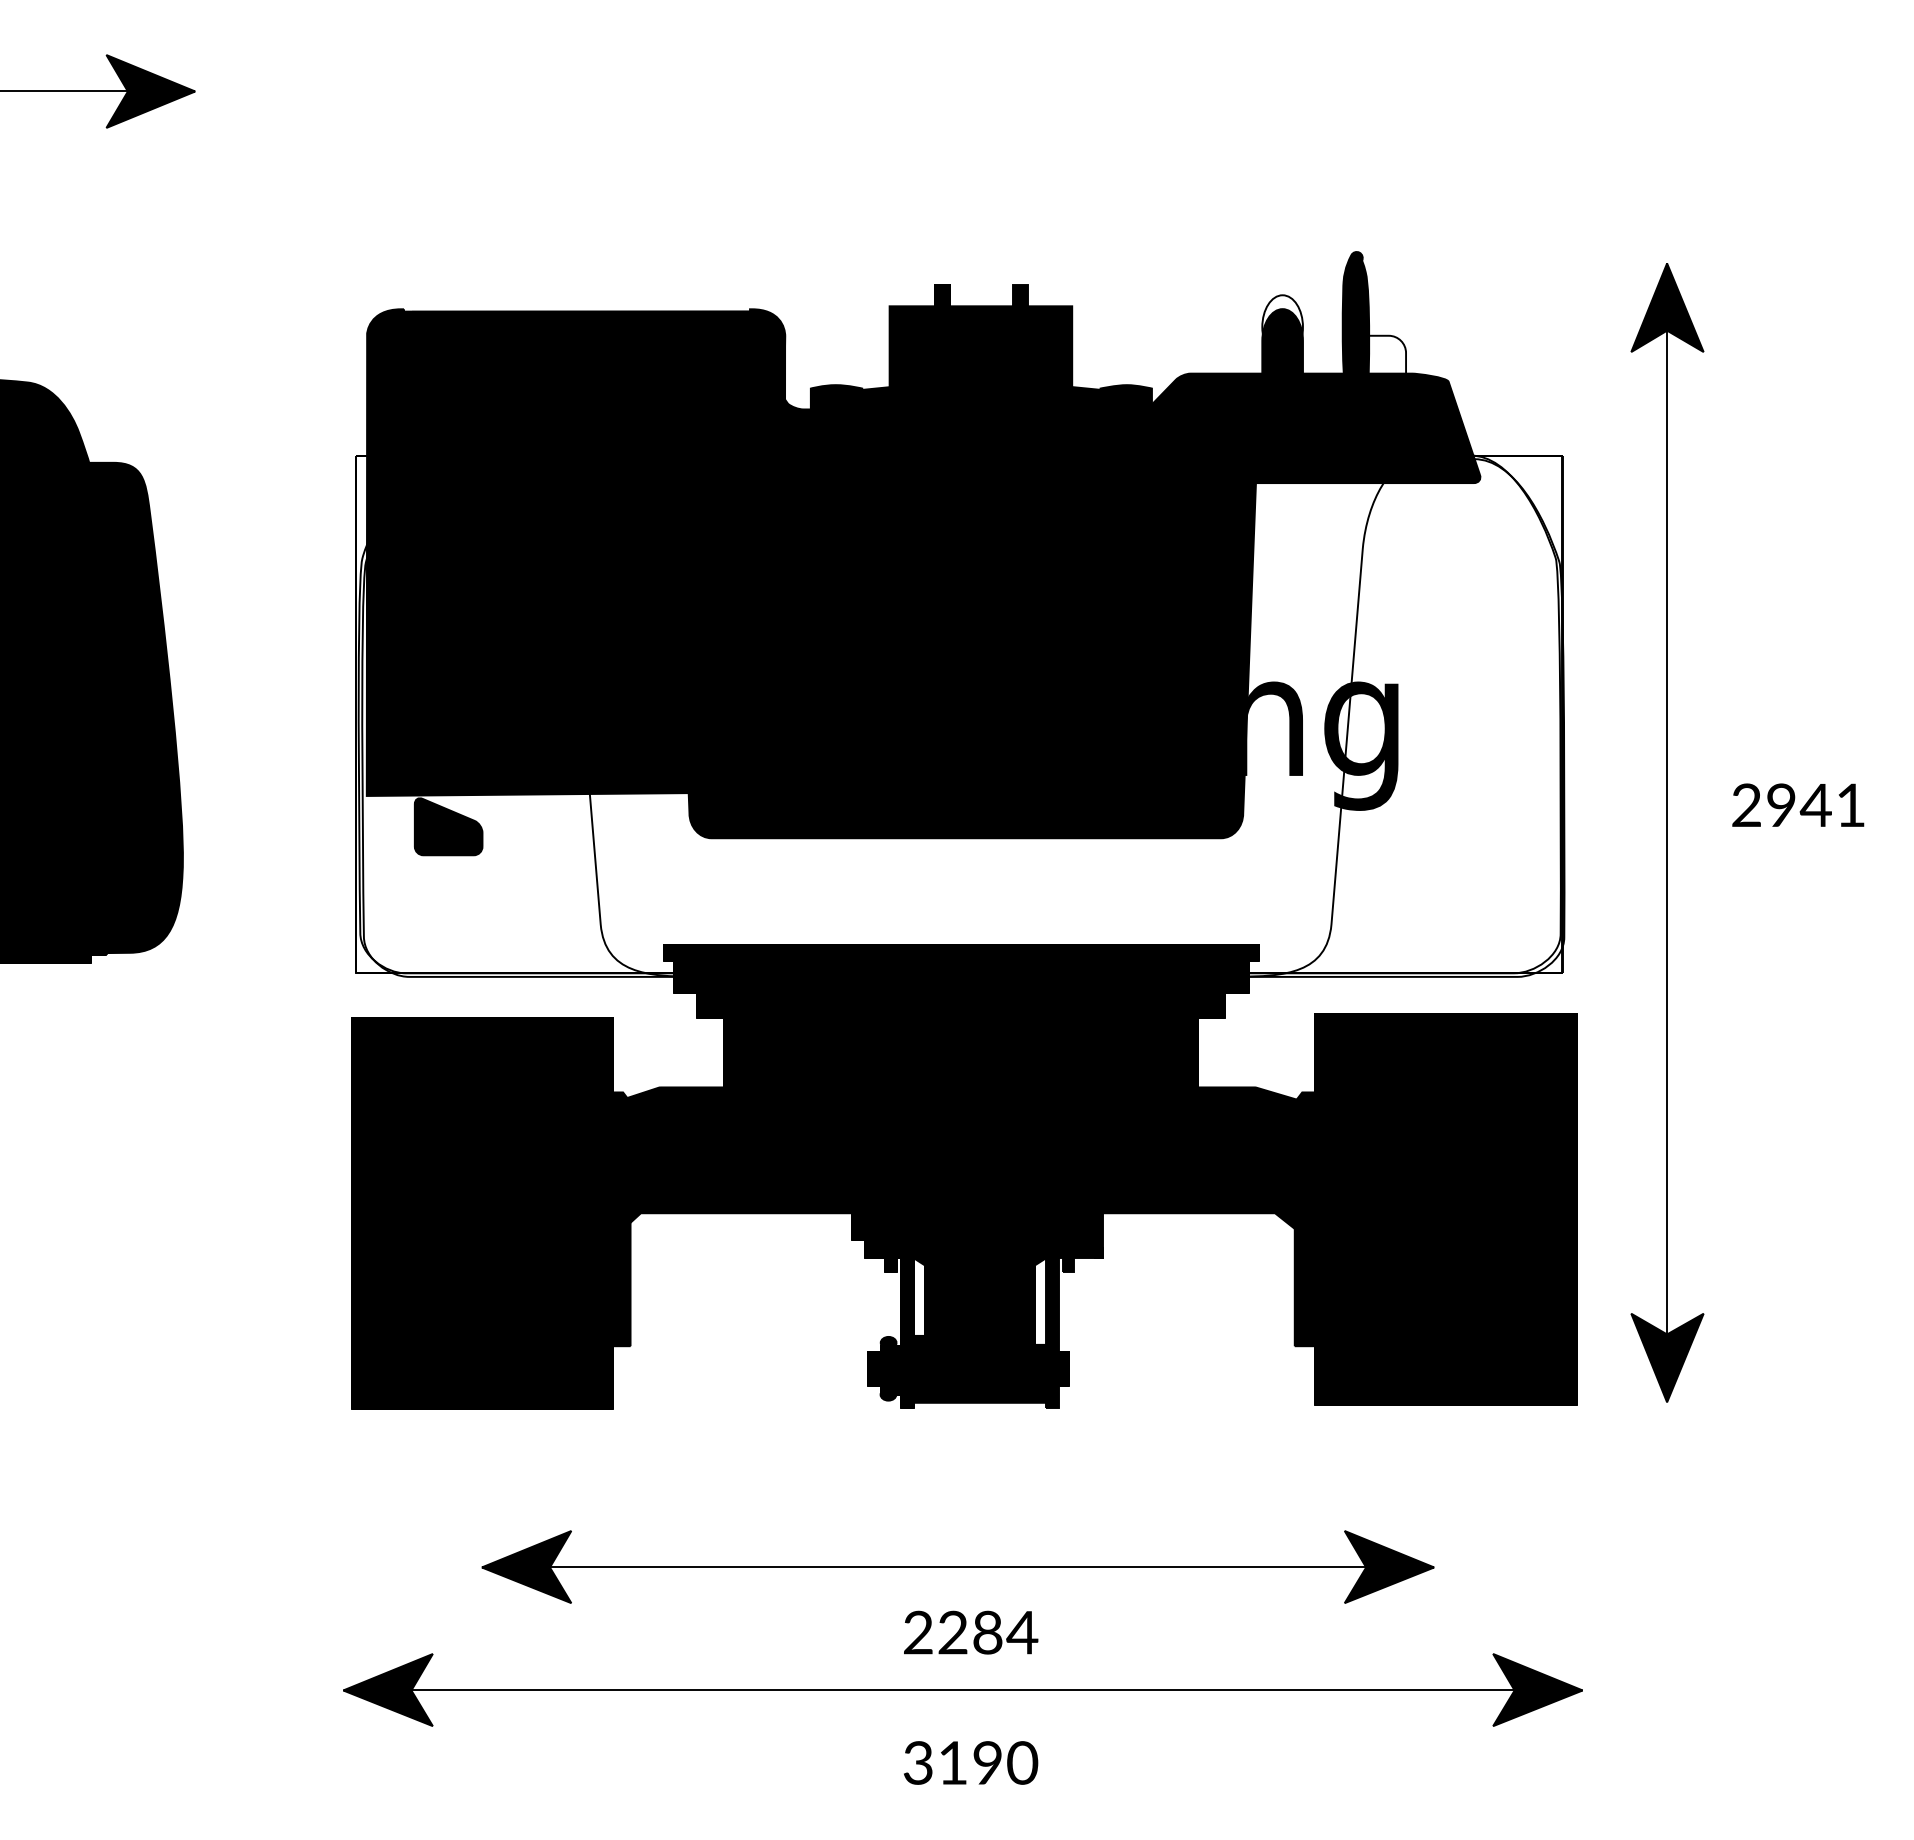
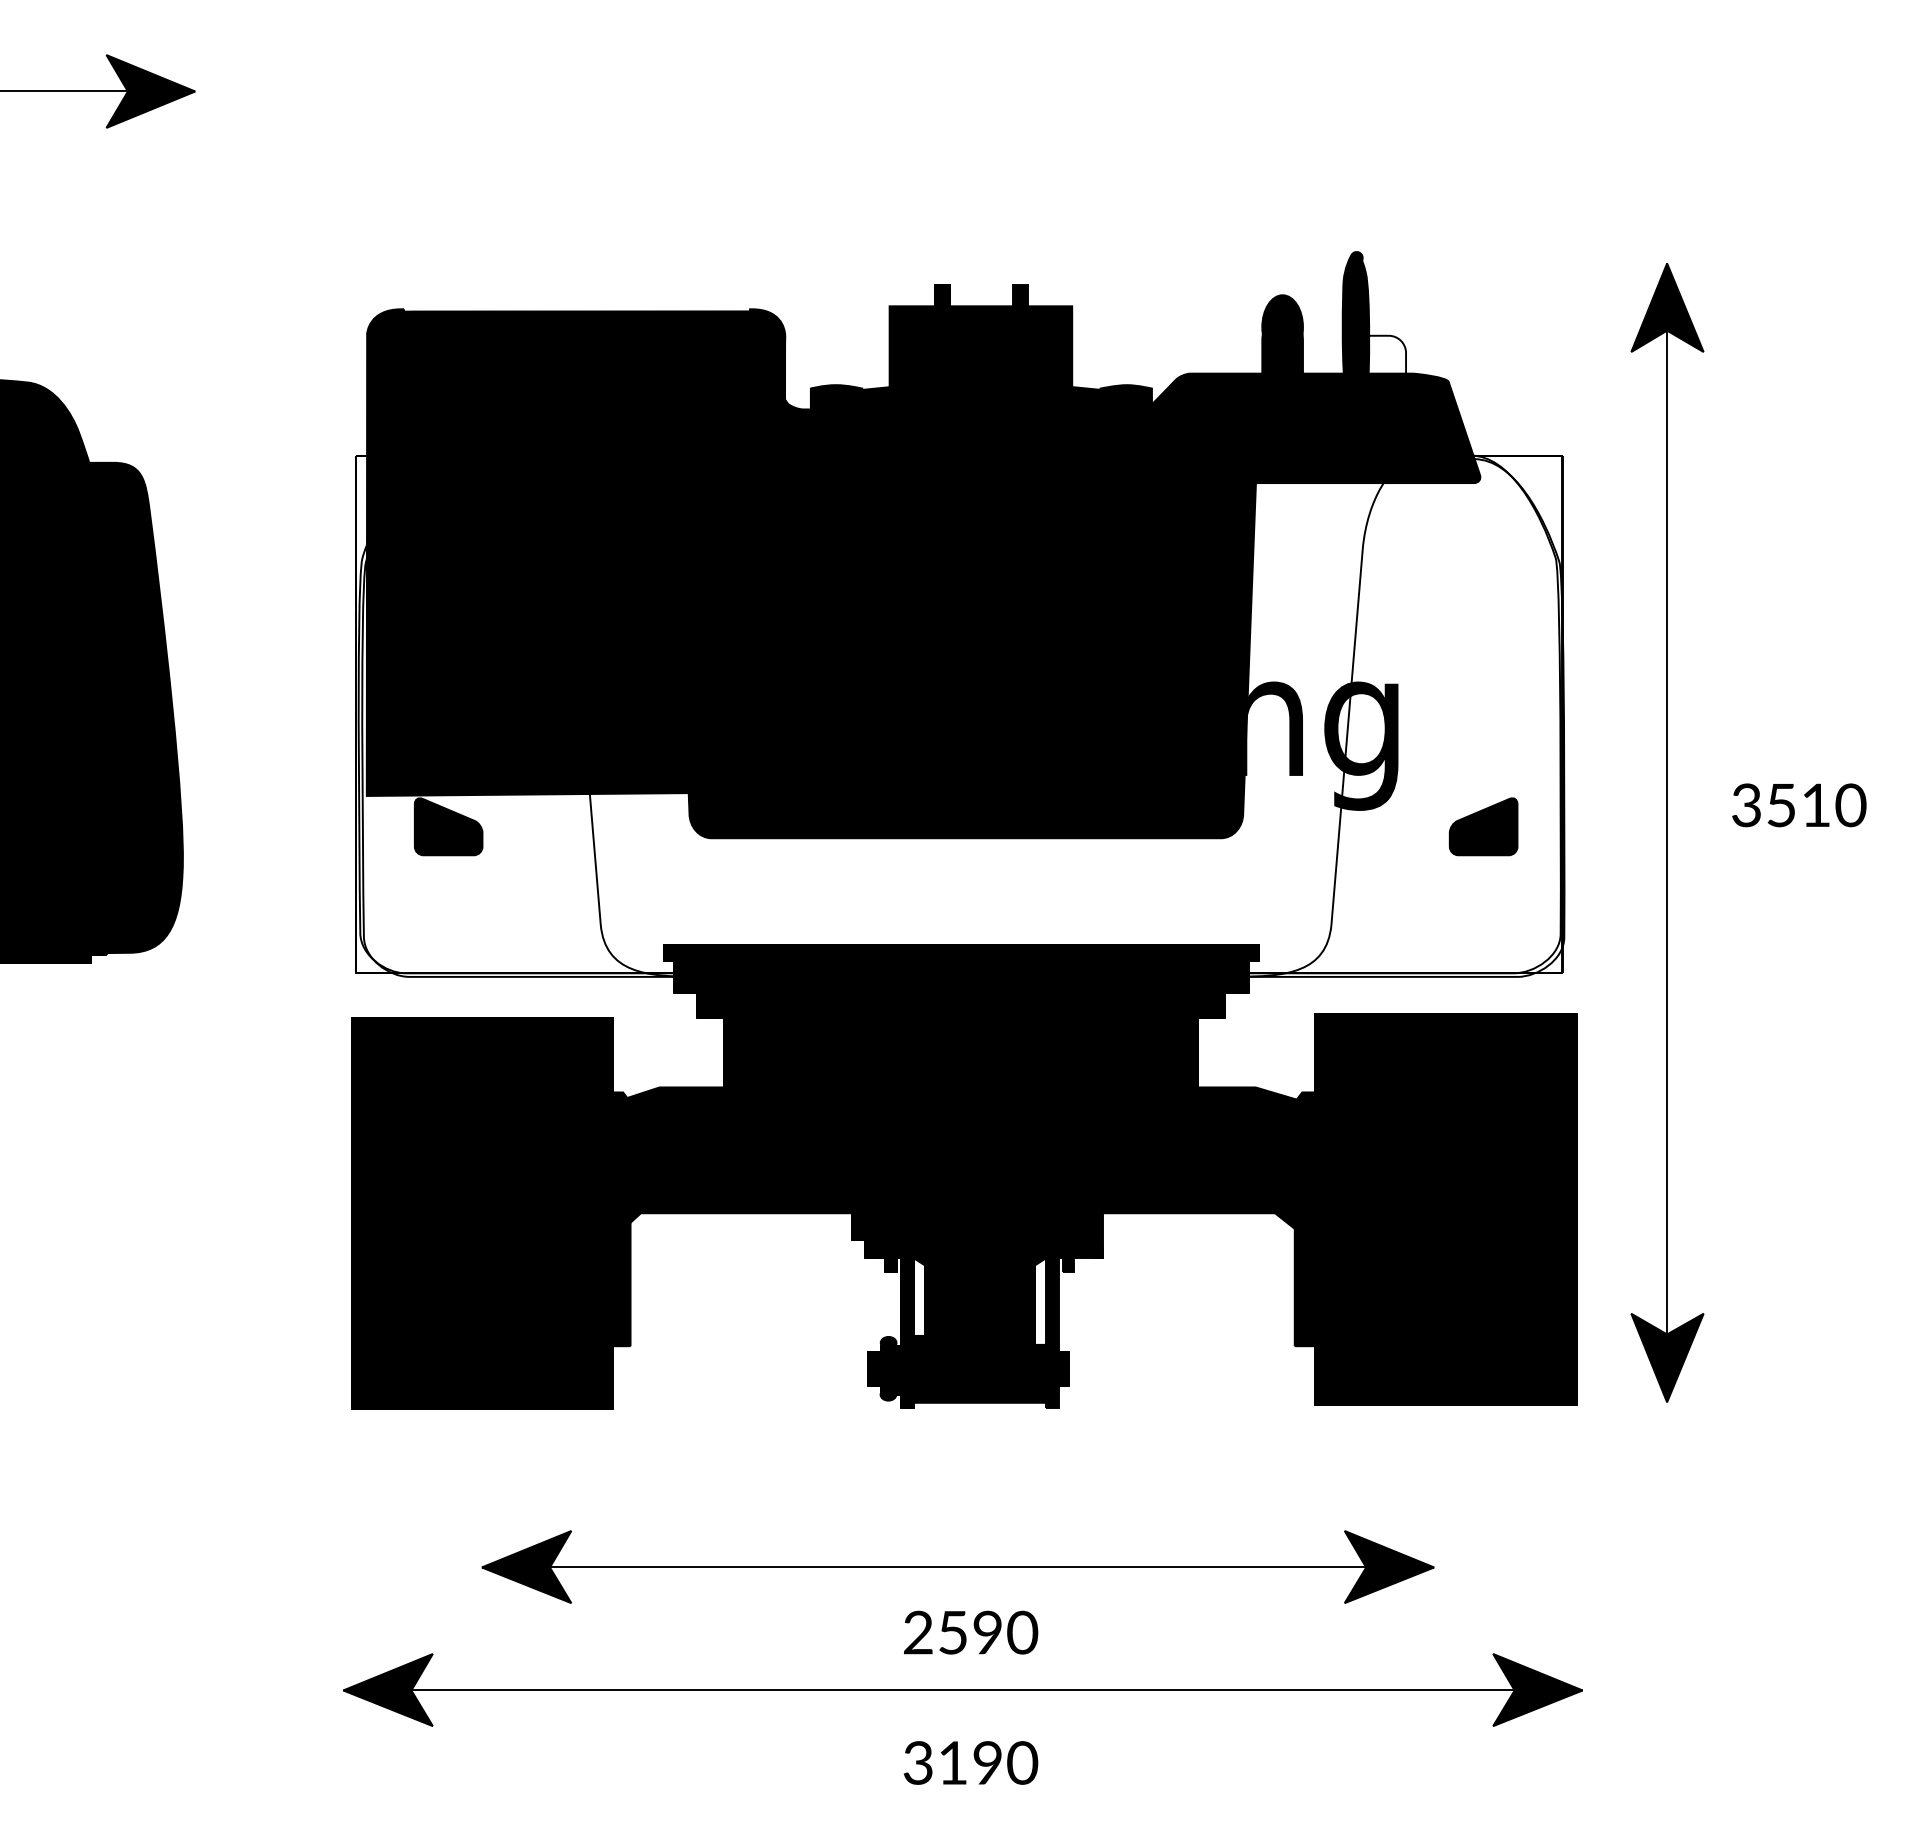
fill at (1282, 327): none -> present
text at (1799, 805): 2941 -> 3510
part at (1483, 826): none -> present
text at (988, 1632): 2284 -> 2590
